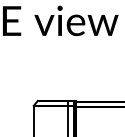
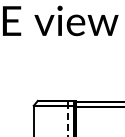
line at (67, 121): solid -> dashed
